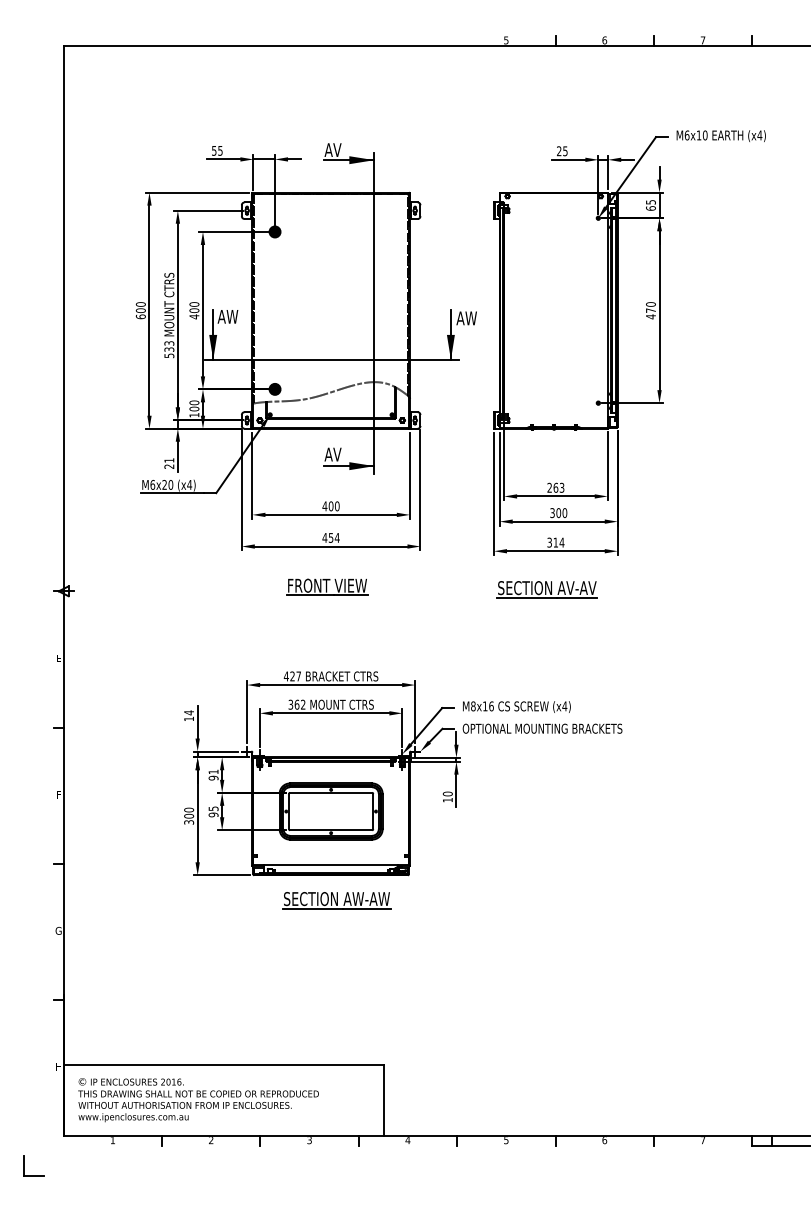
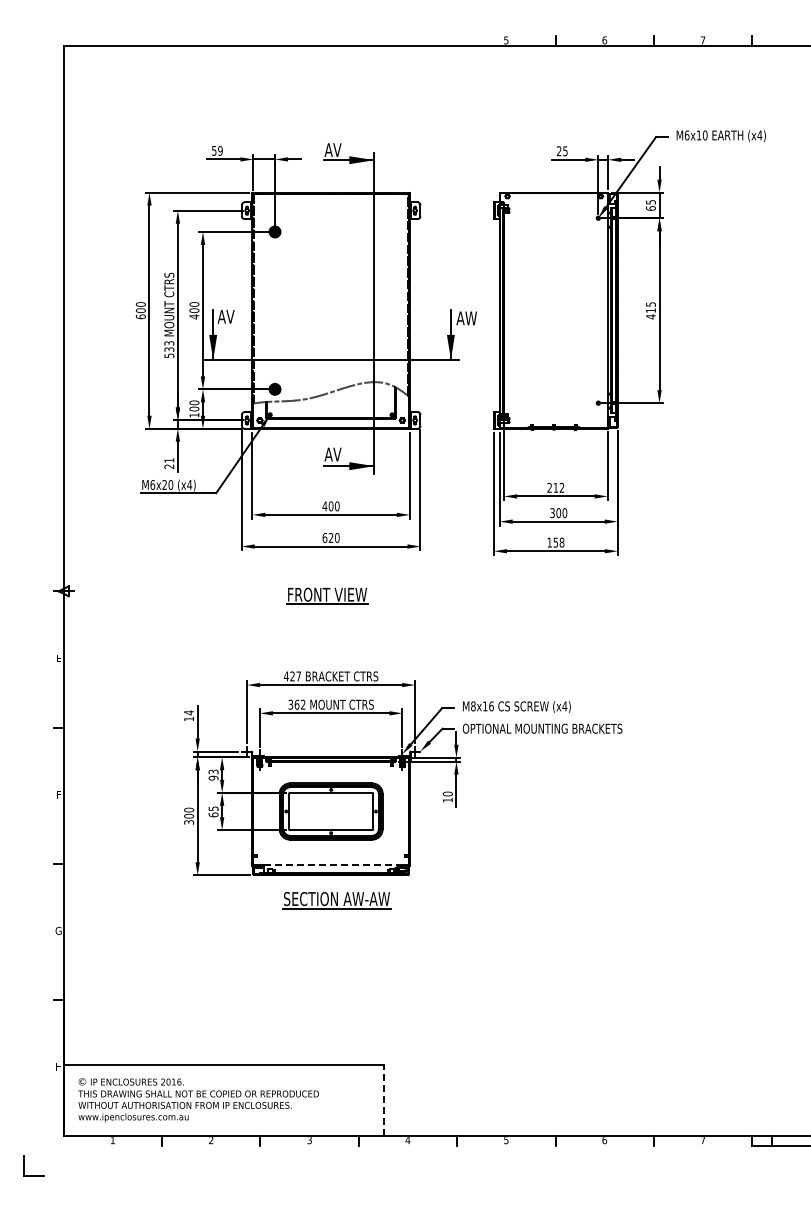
text at (220, 150): 55 -> 59
text at (650, 307): 470 -> 415
text at (232, 316): AW -> AV
text at (558, 487): 263 -> 212
text at (330, 537): 454 -> 620
text at (555, 542): 314 -> 158
part at (327, 586) position: (327, 586) -> (327, 595)
part at (546, 589): present -> none
text at (213, 771): 91 -> 93
text at (213, 814): 95 -> 65
line at (331, 865): solid -> dashed
line at (383, 1100): solid -> dashed
